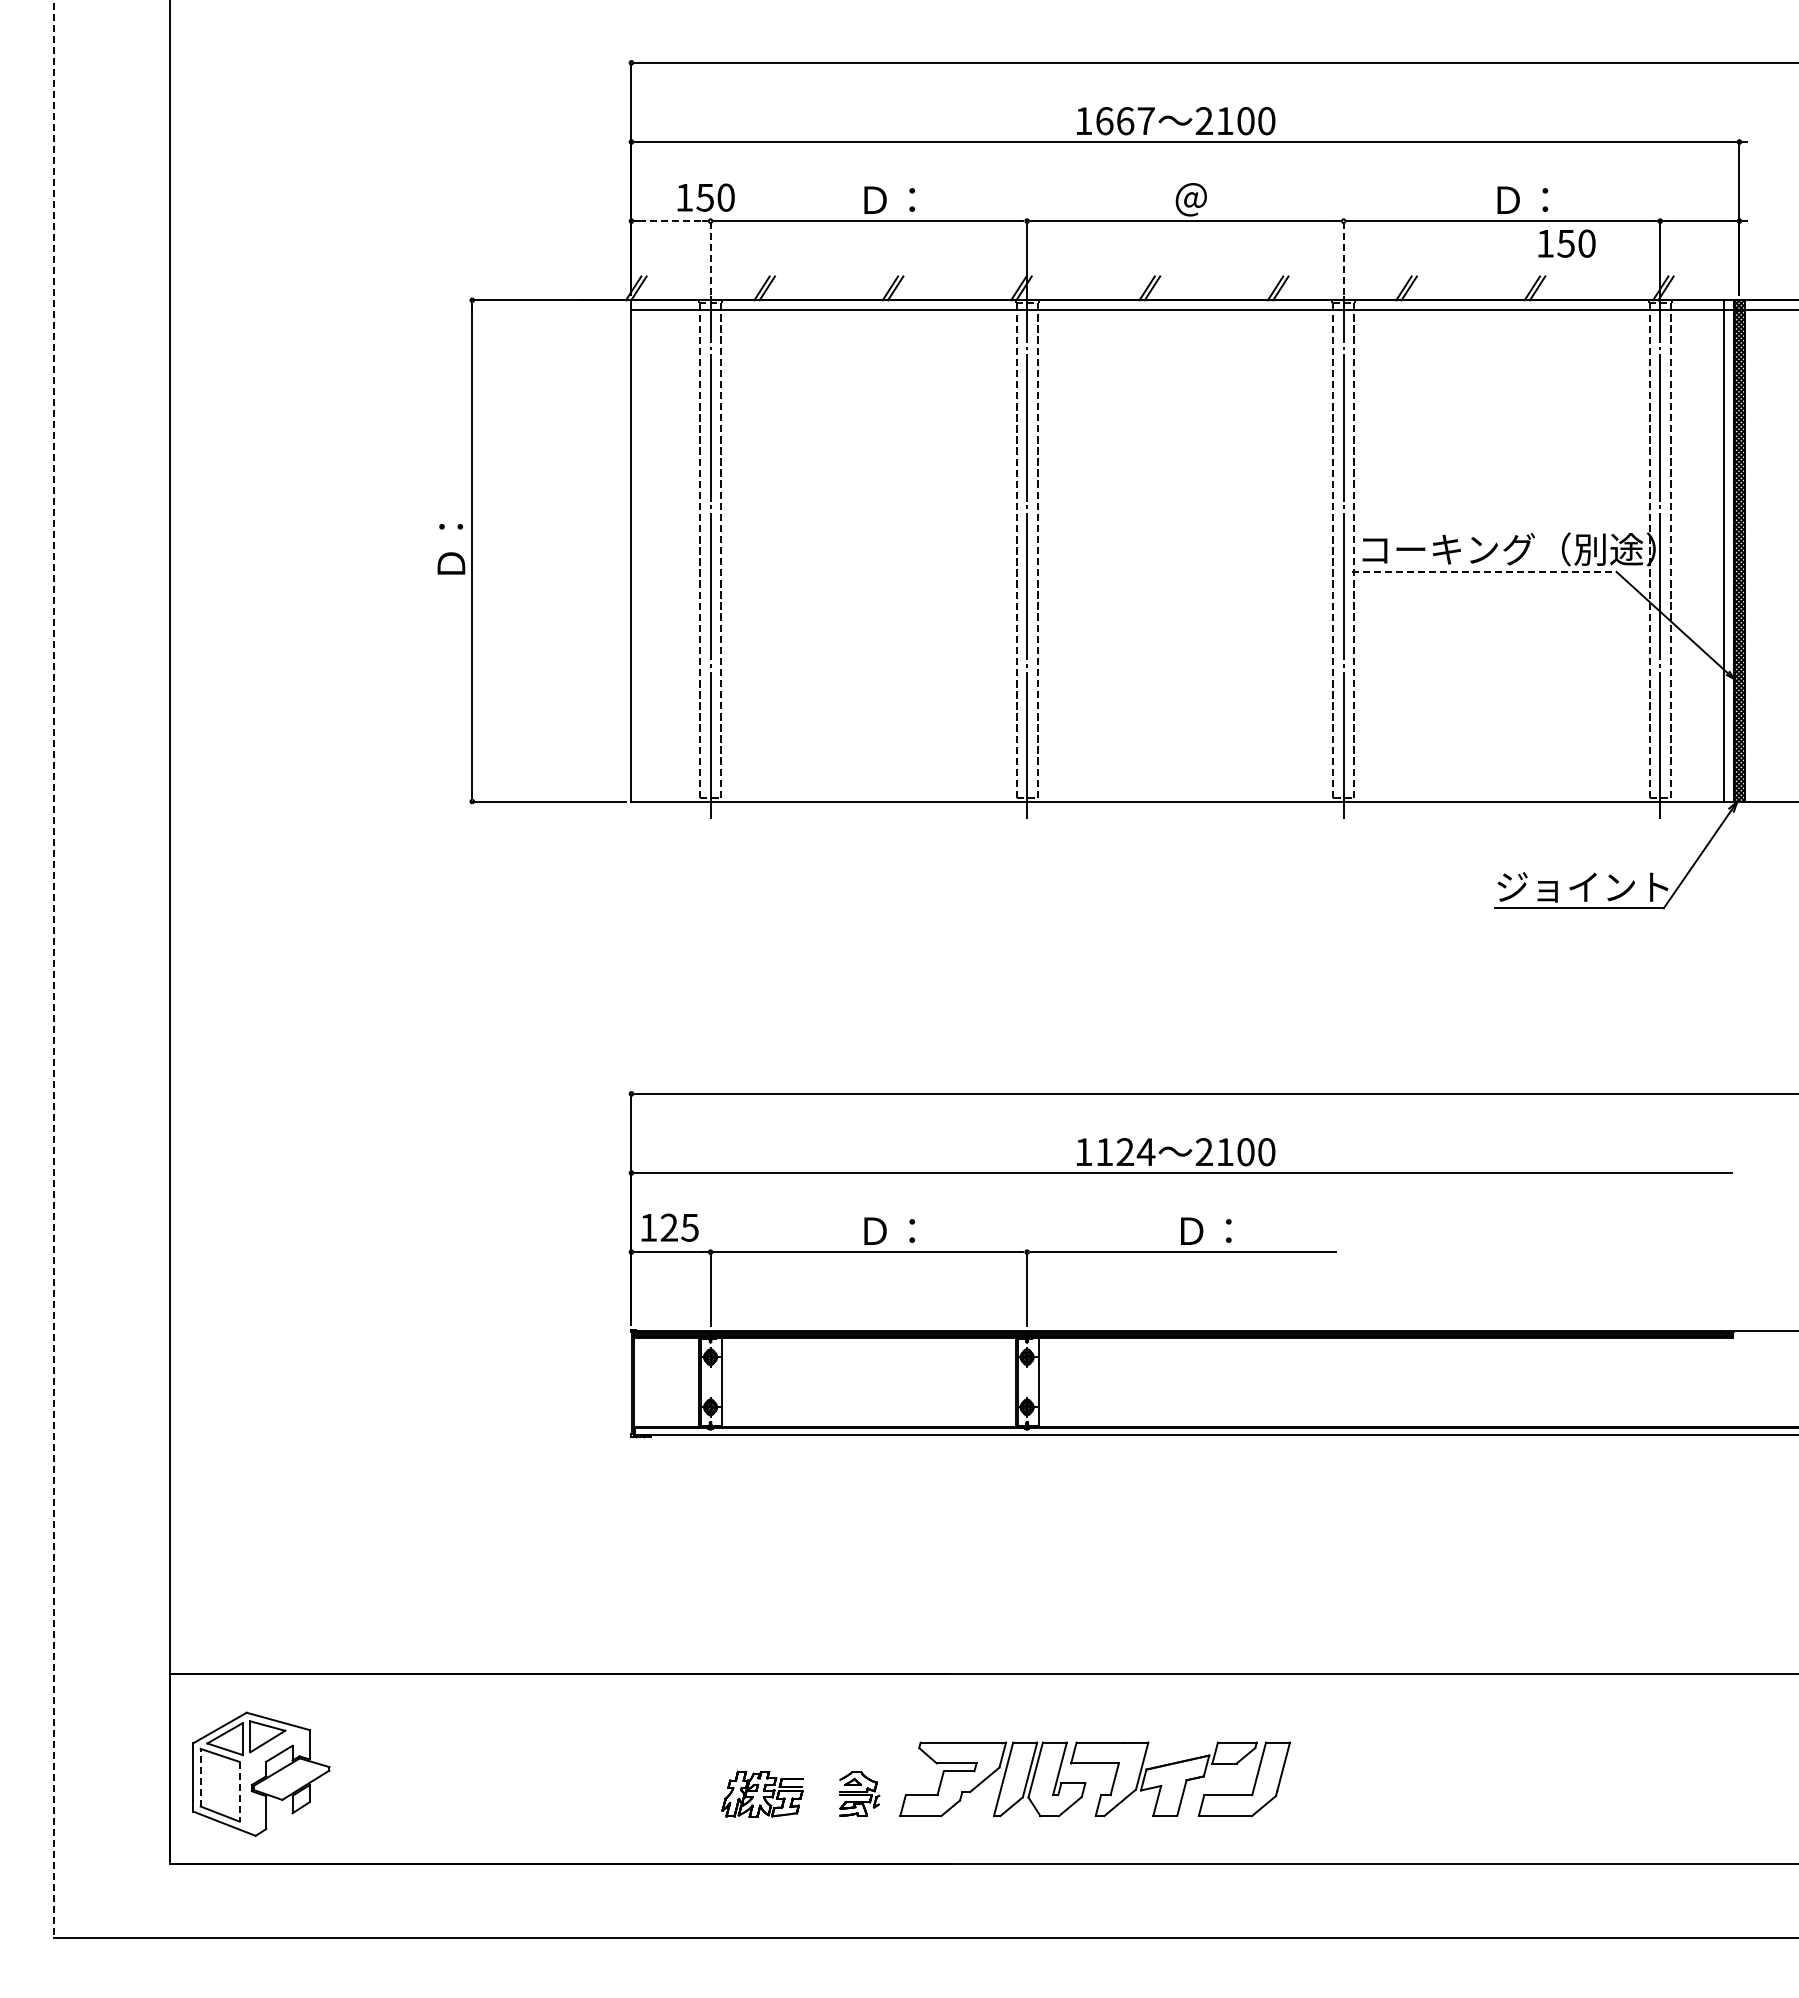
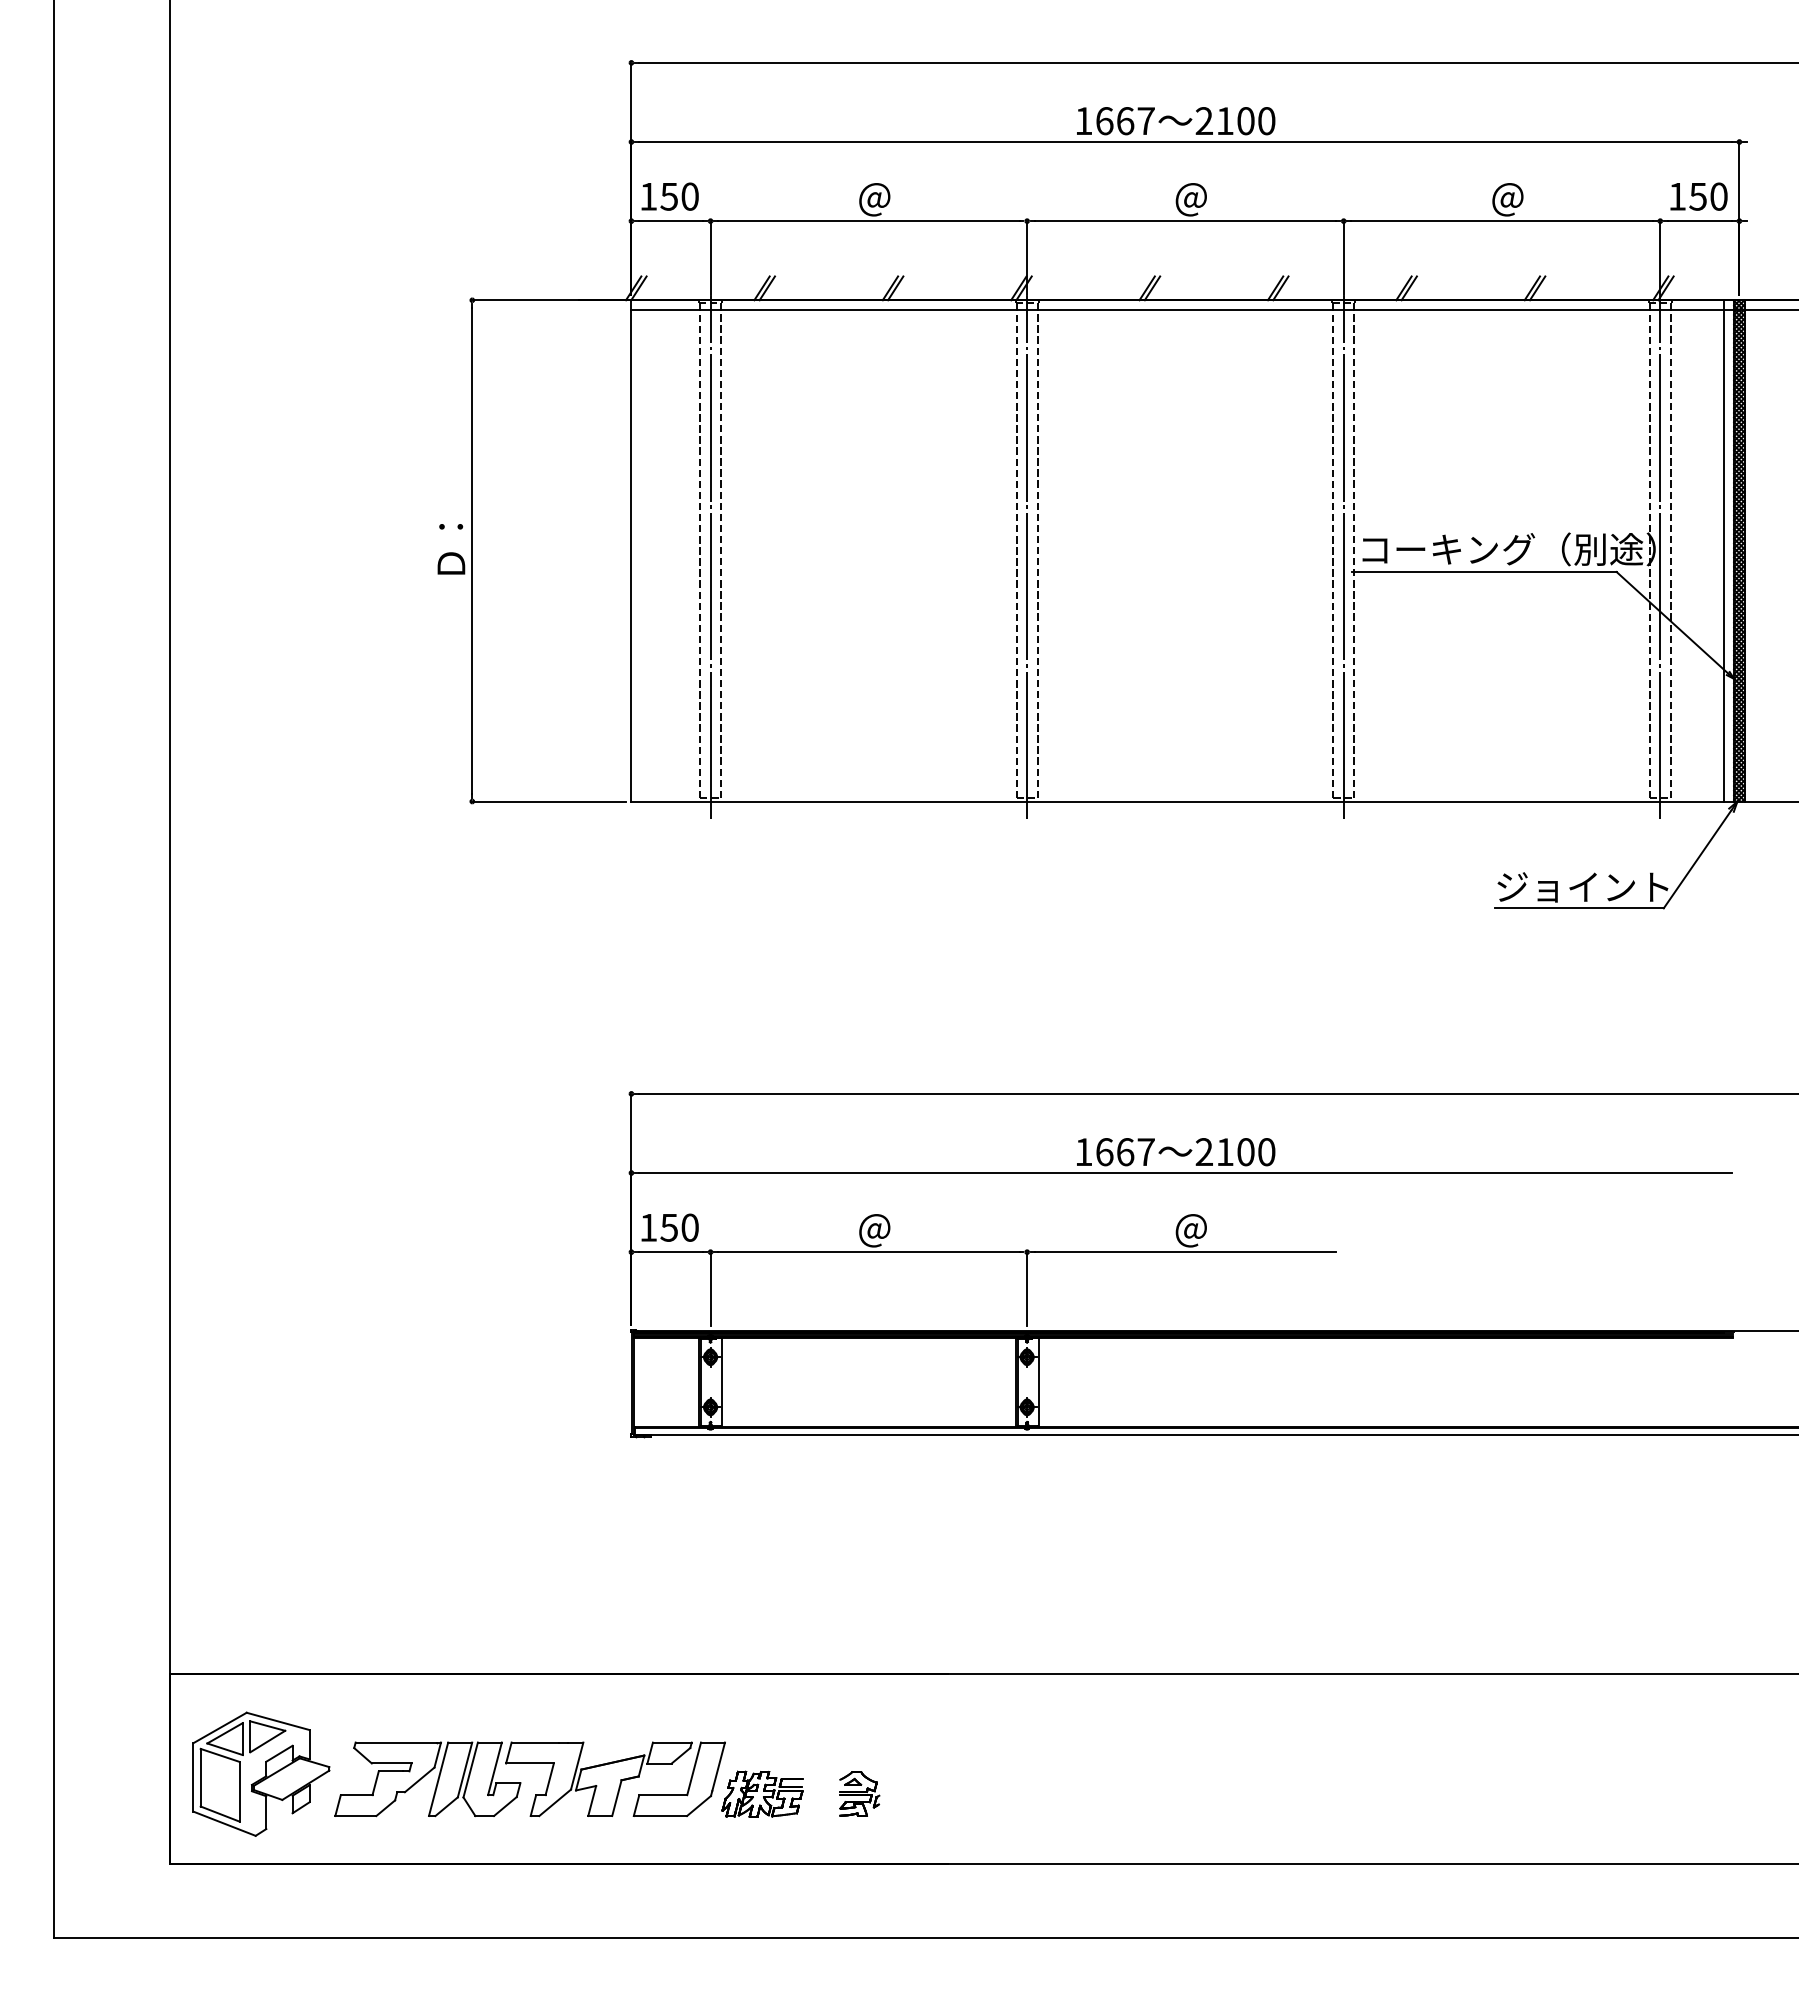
text at (705, 197) position: (705, 197) -> (669, 196)
text at (886, 199): Ｄ： -> ＠
text at (1520, 199): Ｄ： -> ＠
line at (671, 221): dashed -> solid
text at (1566, 243) position: (1566, 243) -> (1698, 196)
line at (710, 258): dashed -> solid
line at (1343, 258): dashed -> solid
line at (1484, 572): dashed -> solid
line at (53, 969): dashed -> solid
text at (1125, 1152): 1124 -> 1667
text at (679, 1227): 125 -> 150
text at (886, 1230): Ｄ： -> ＠
text at (1203, 1230): Ｄ： -> ＠
line at (200, 1777): dashed -> solid
part at (1086, 1782) position: (1086, 1782) -> (521, 1782)
line at (239, 1791): dashed -> solid
